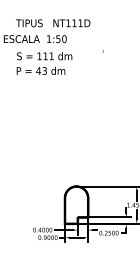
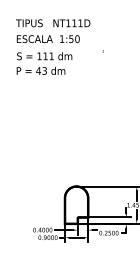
text at (34, 38) position: (34, 38) -> (47, 38)
